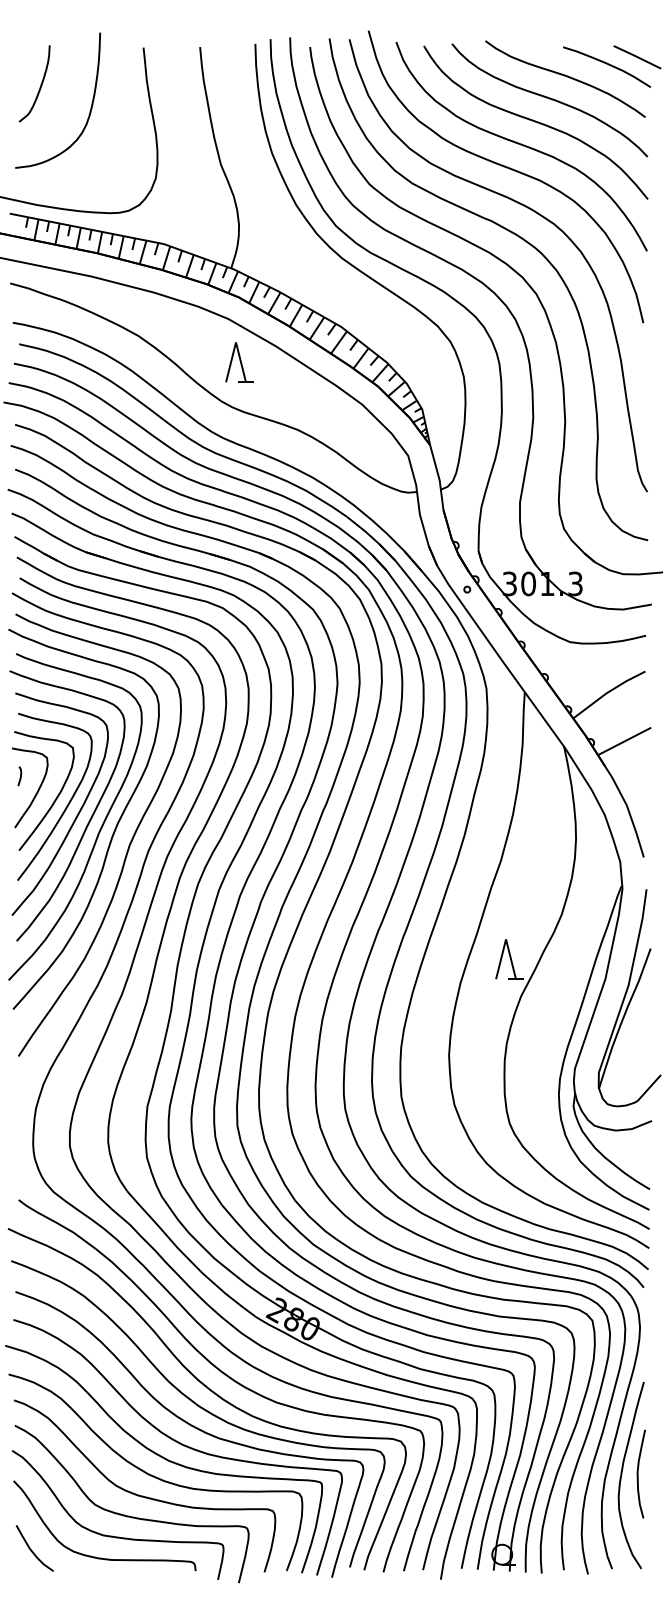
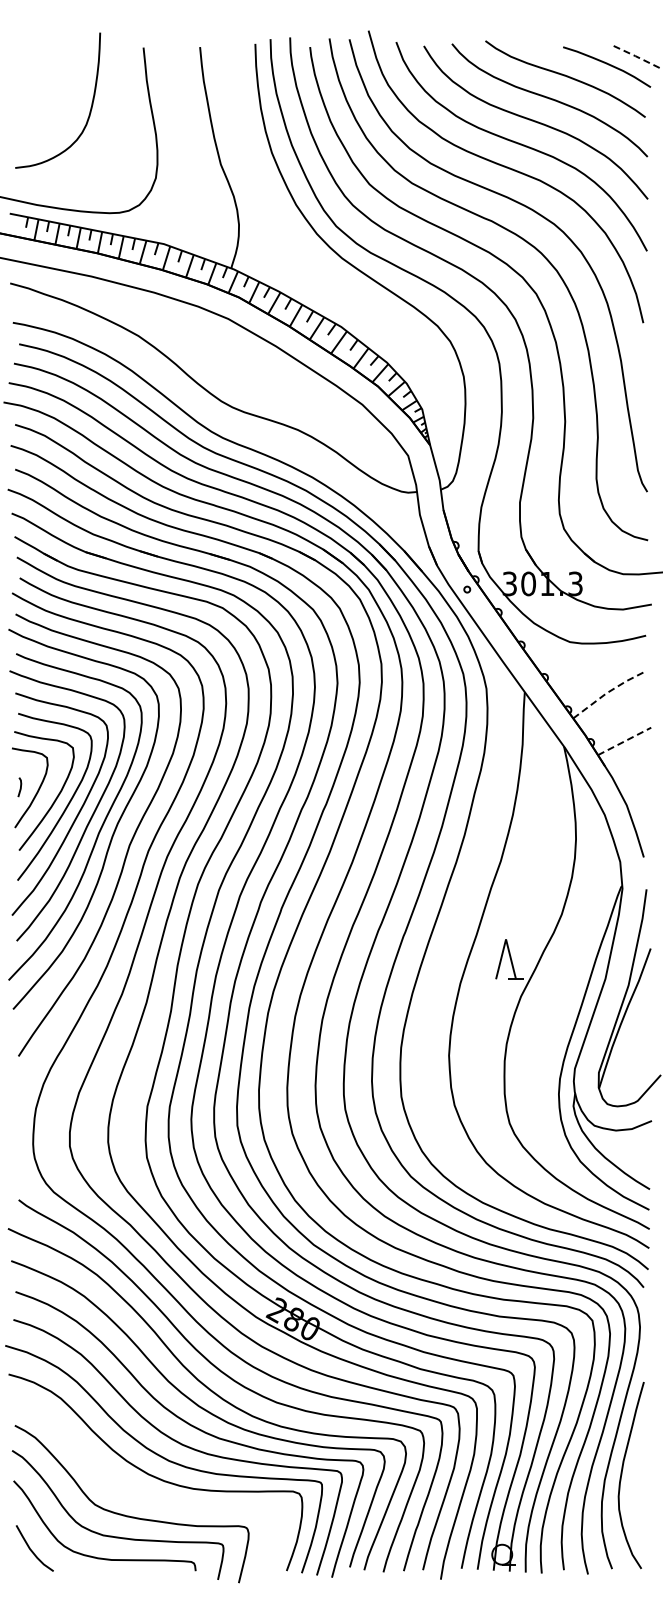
line at (637, 56): solid -> dashed
curve at (40, 84): present -> none
part at (239, 362): present -> none
line at (608, 692): solid -> dashed
line at (624, 741): solid -> dashed
line at (20, 776) position: (20, 776) -> (20, 787)
curve at (638, 1473): present -> none
curve at (143, 1495): present -> none
